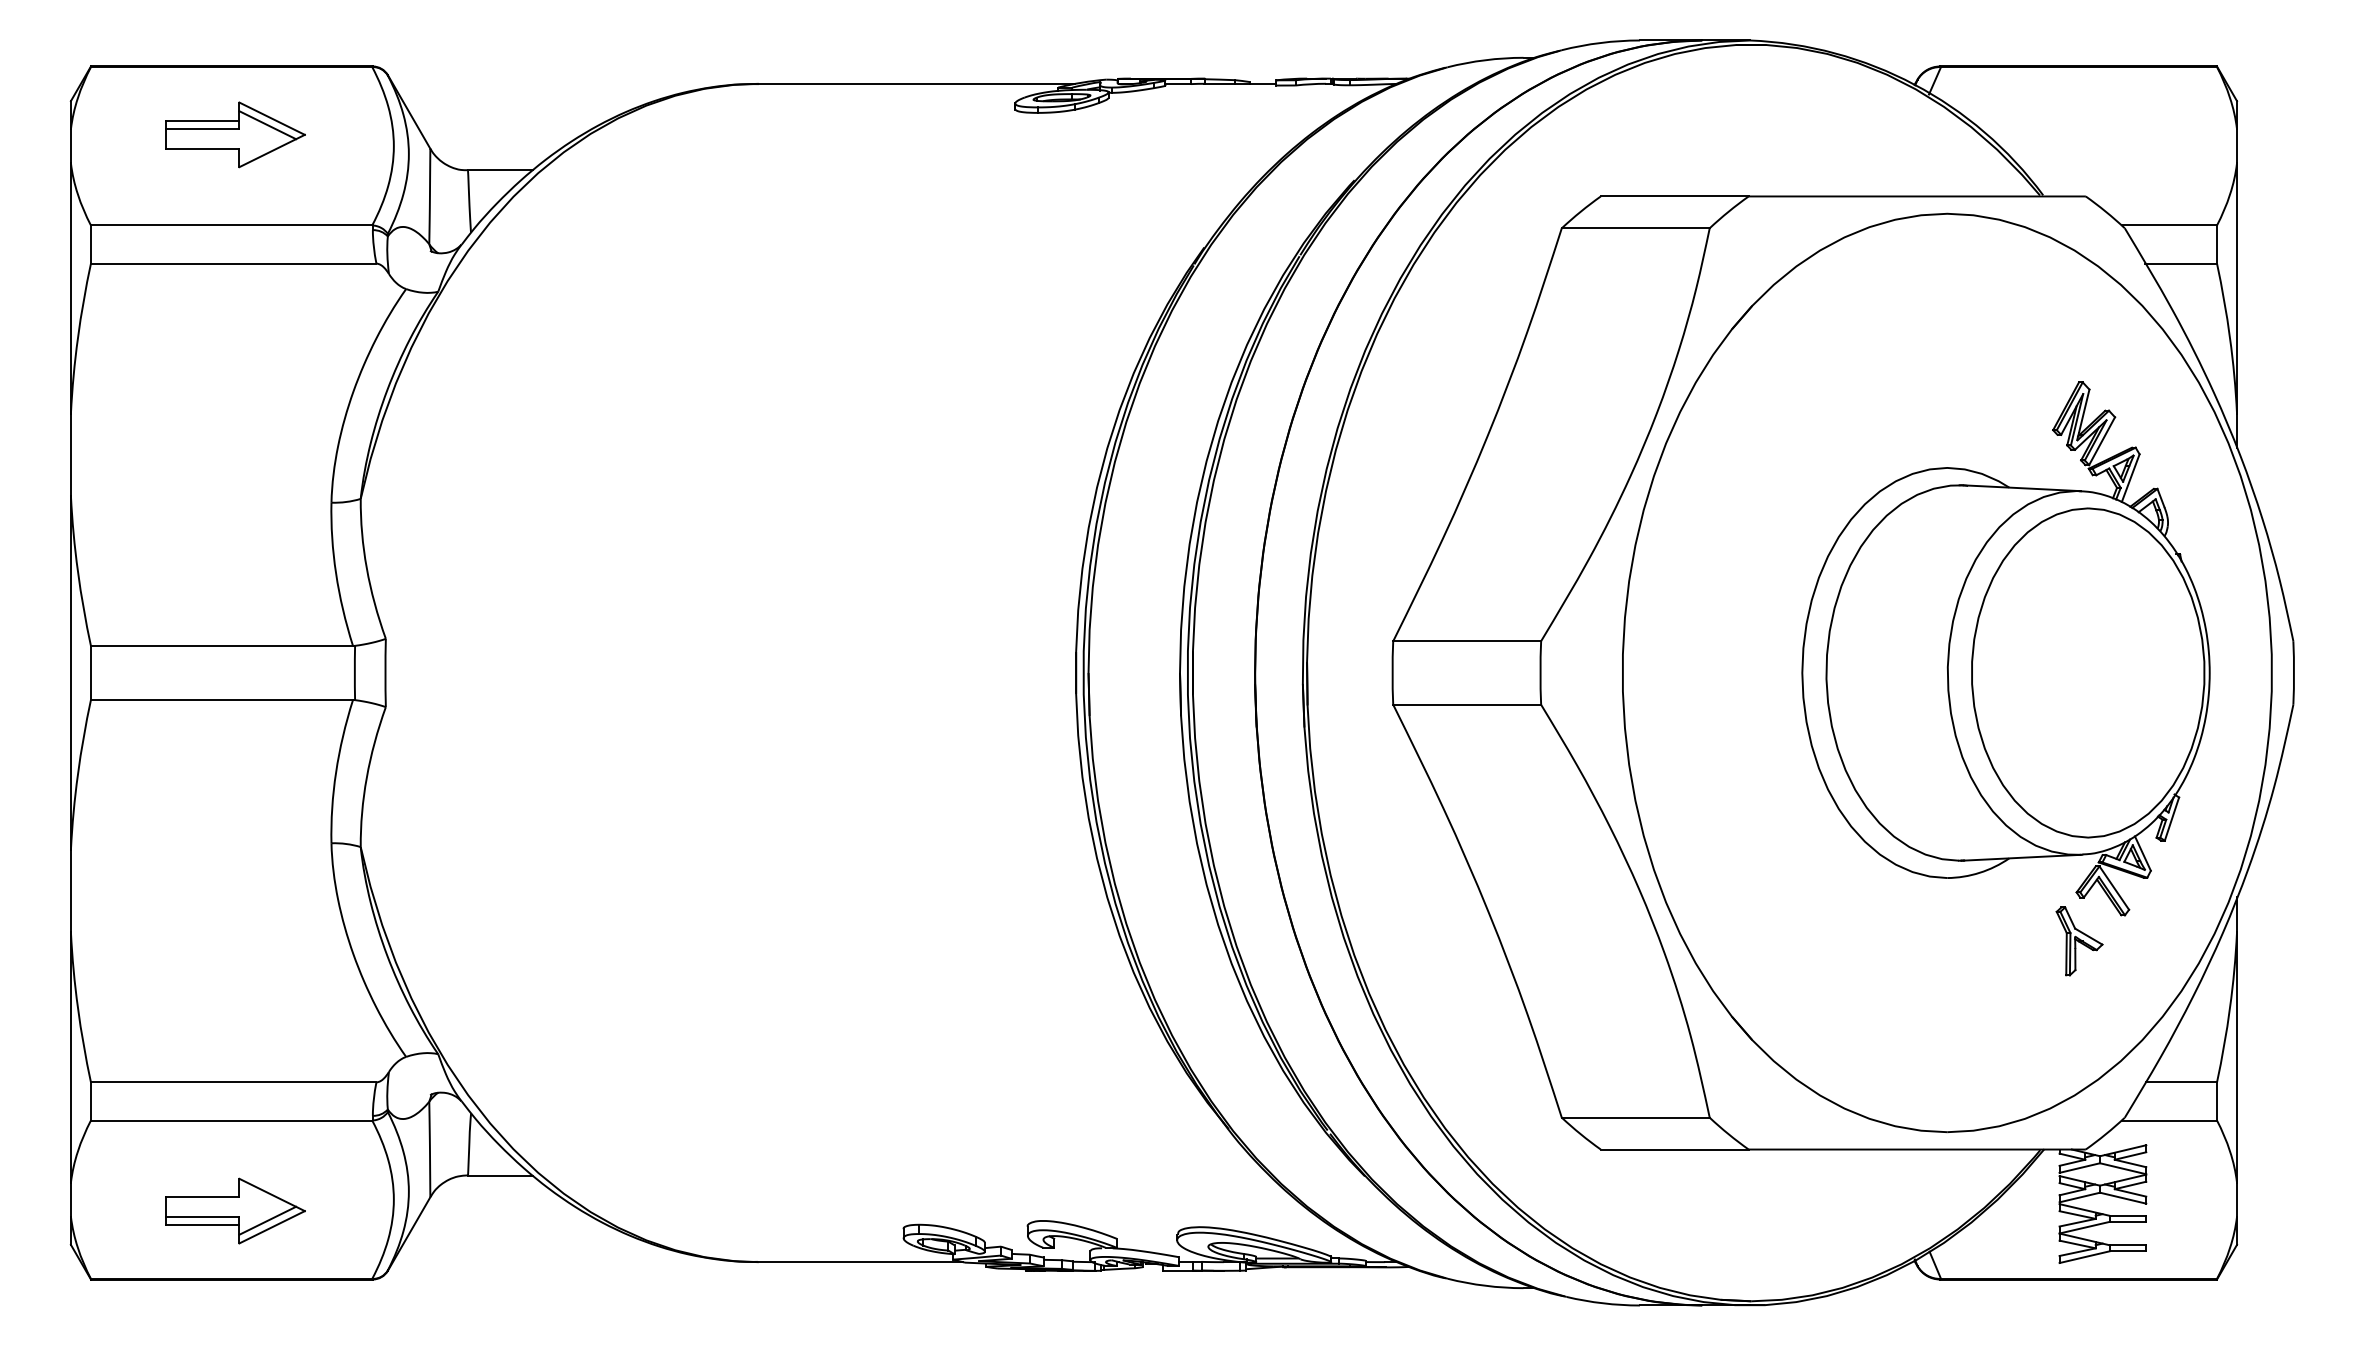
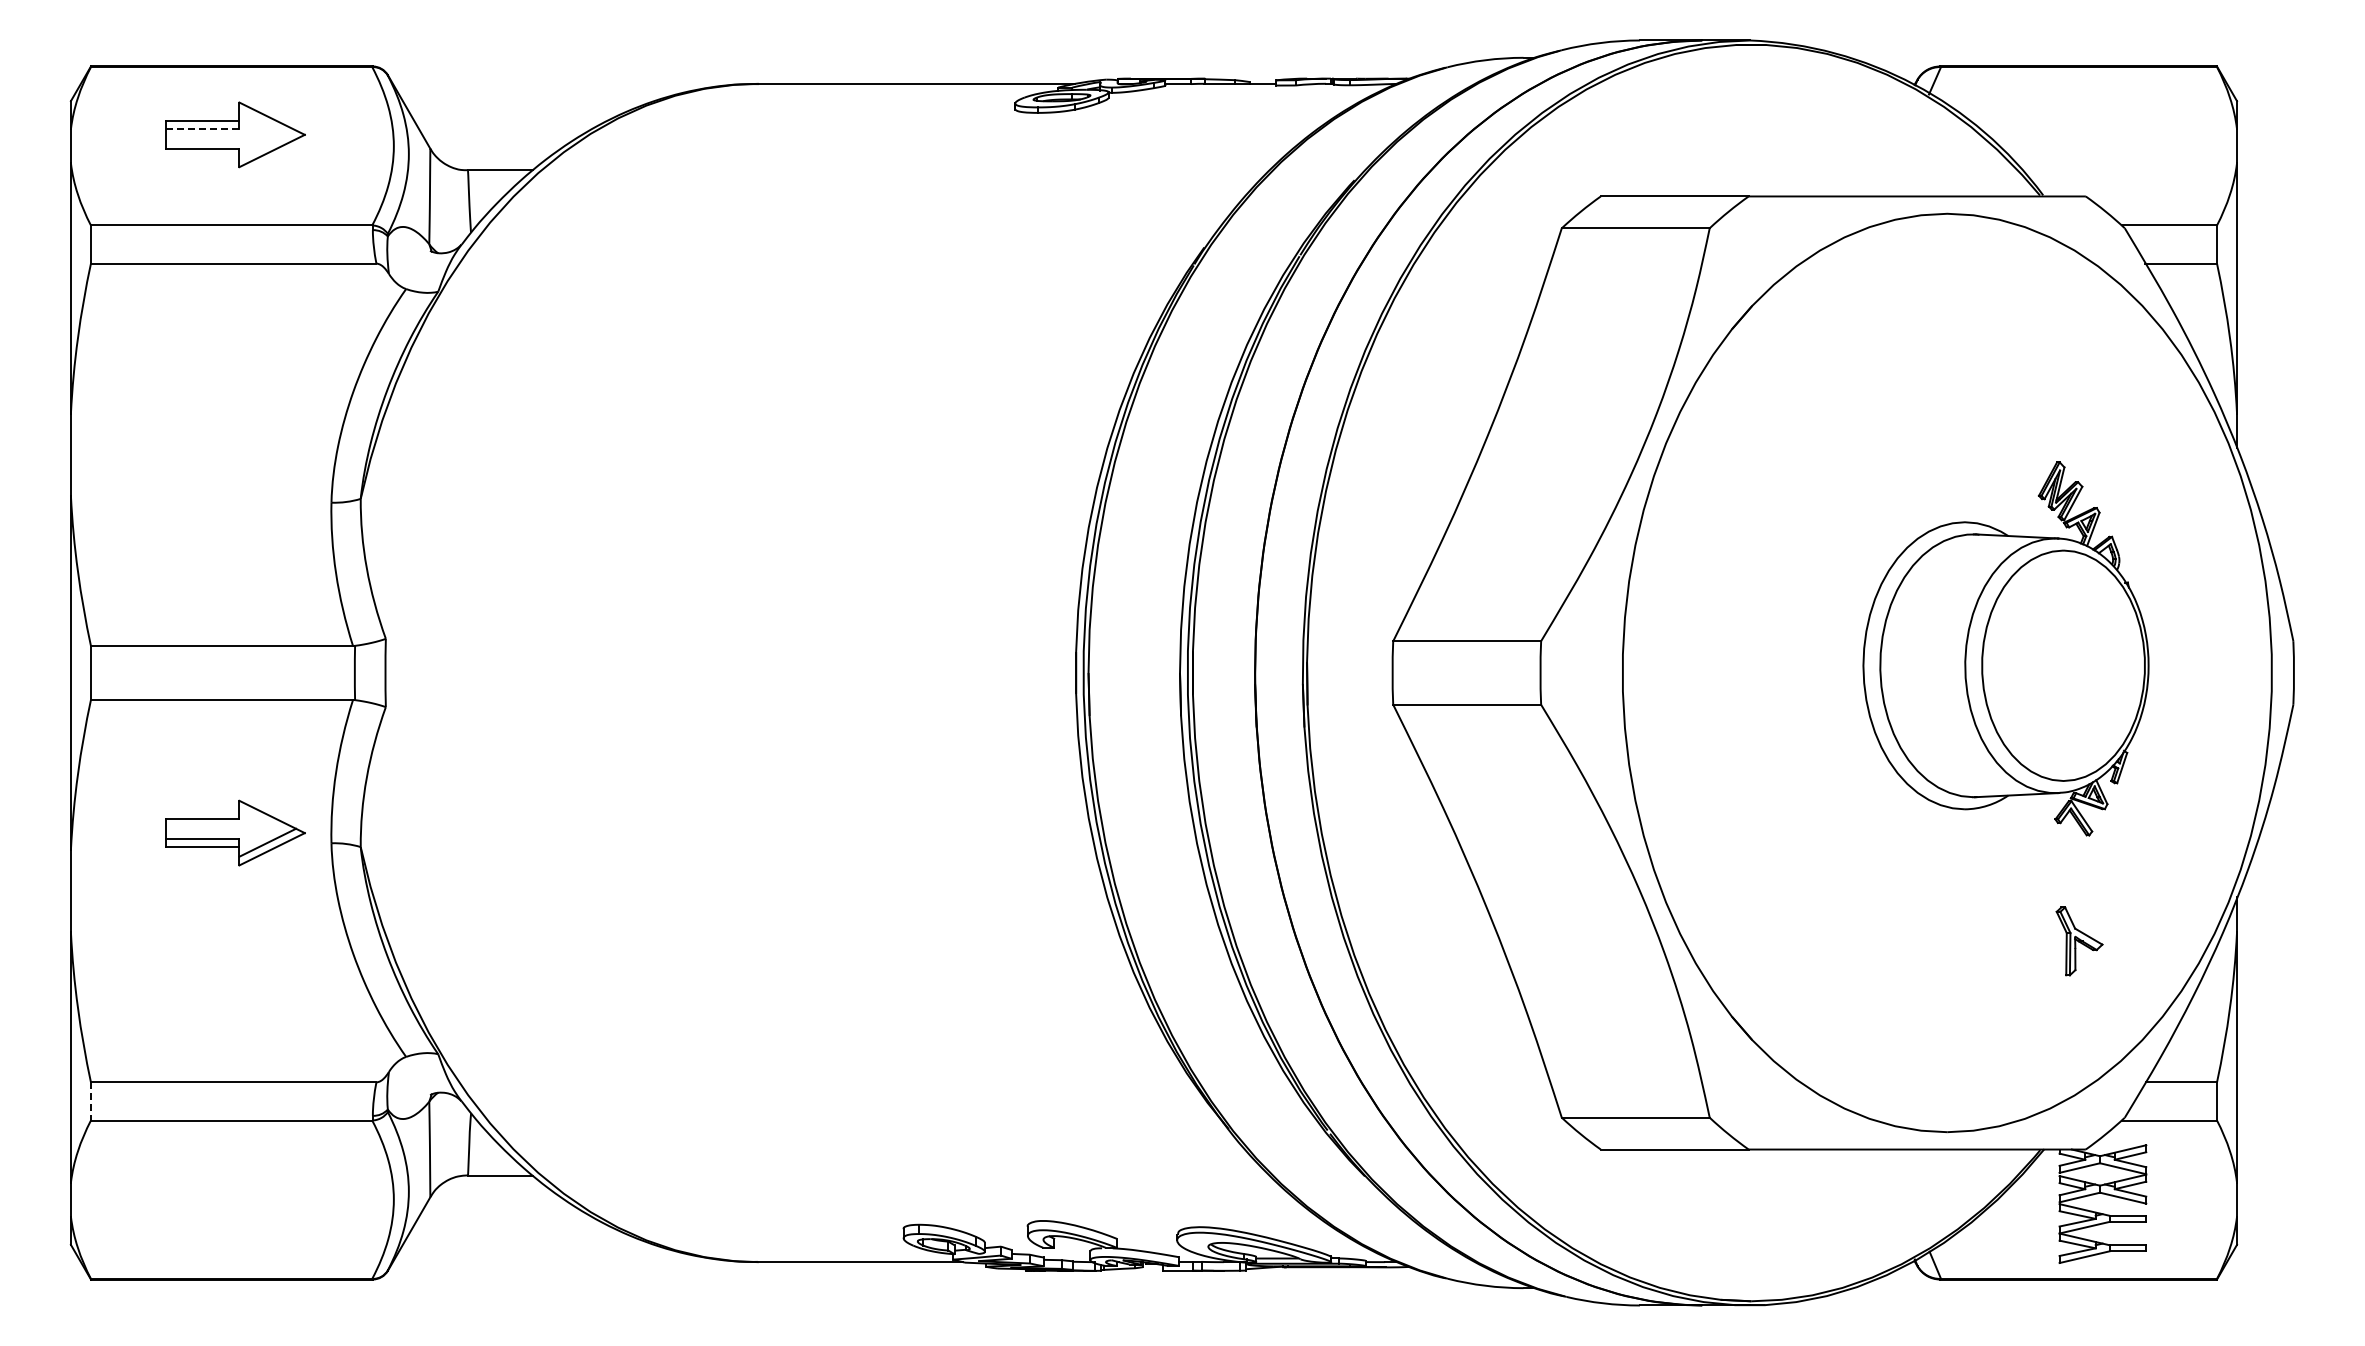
line at (267, 125): present -> none
line at (202, 129): solid -> dashed
part at (2005, 648) size: 410x536 px -> 288x376 px
line at (90, 1101): solid -> dashed
part at (235, 1210) position: (235, 1210) -> (235, 832)
